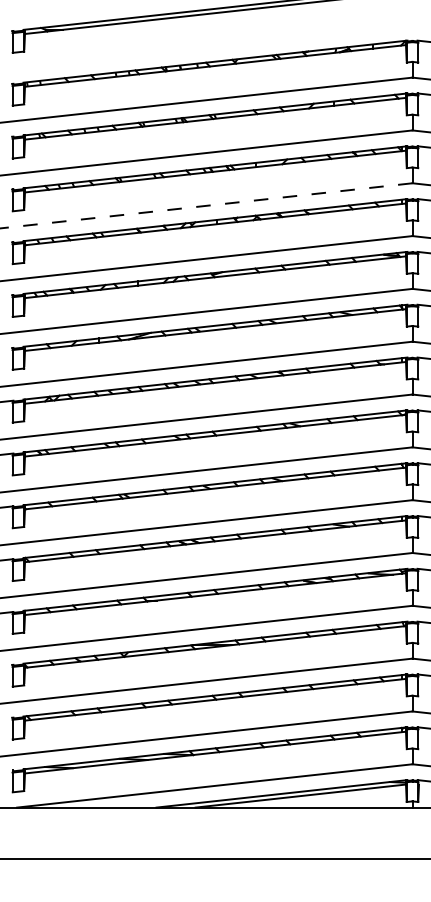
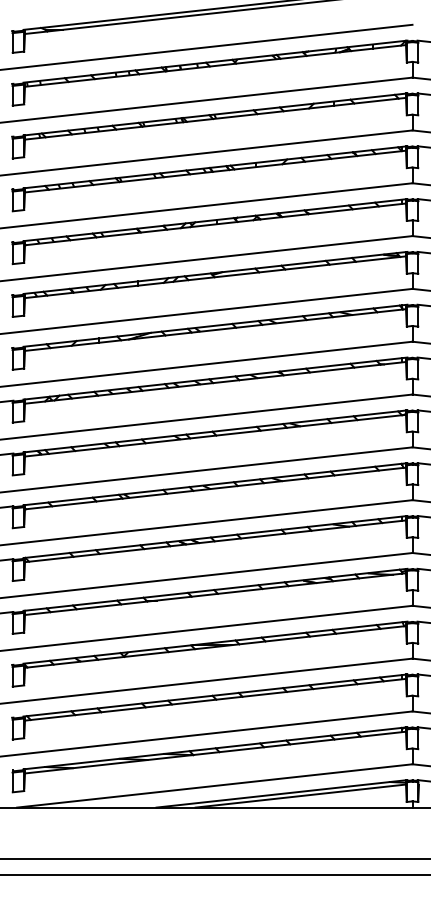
line at (207, 46): none -> present
line at (205, 205): dashed -> solid
line at (214, 874): none -> present
